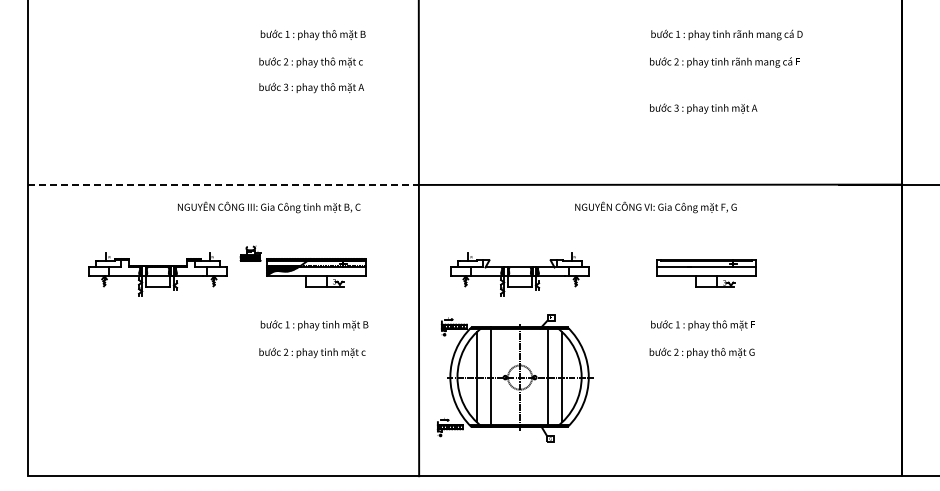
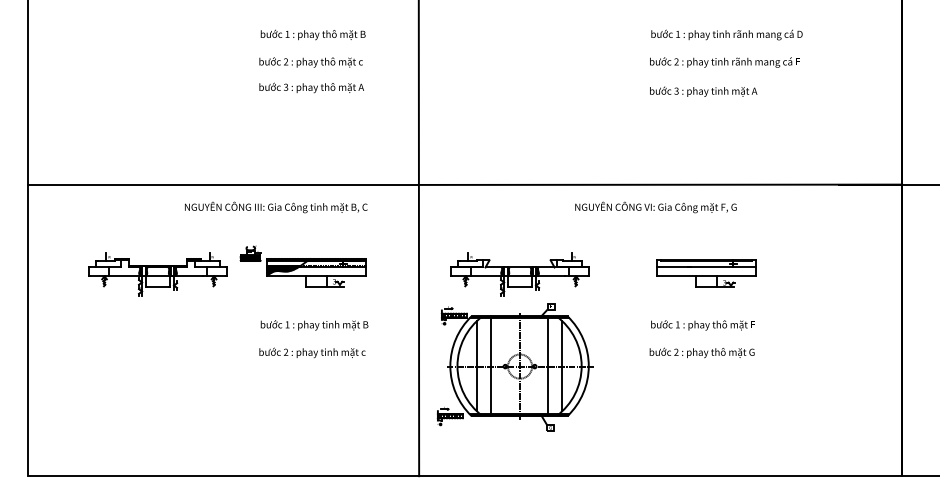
text at (703, 108) position: (703, 108) -> (703, 91)
line at (223, 184): dashed -> solid
text at (269, 207) position: (269, 207) -> (276, 207)
part at (514, 378) position: (514, 378) -> (514, 367)
